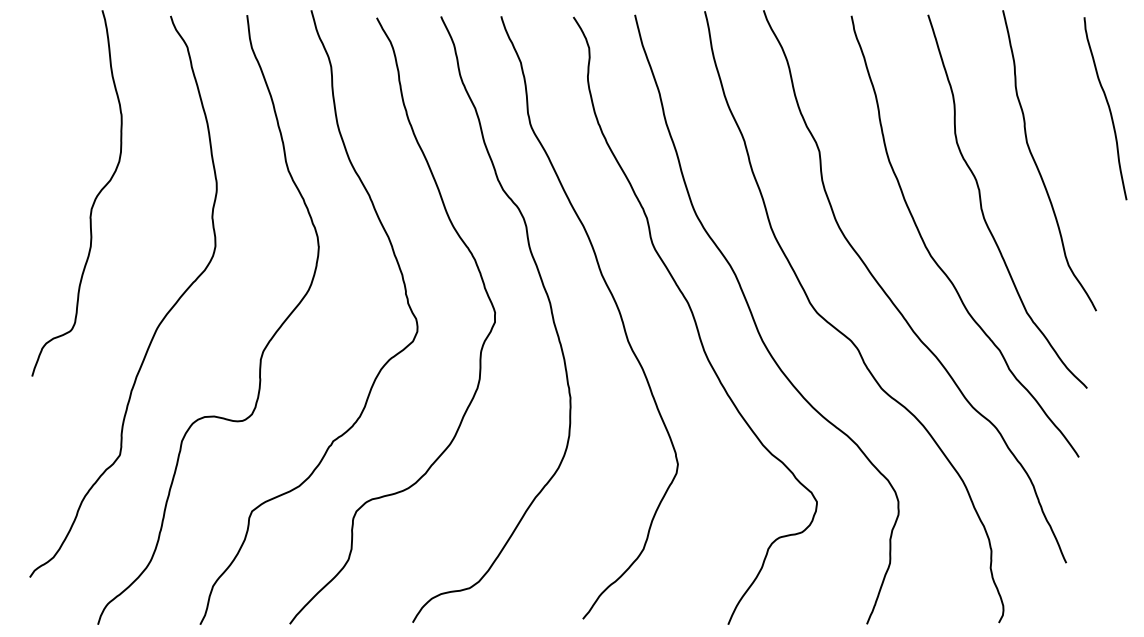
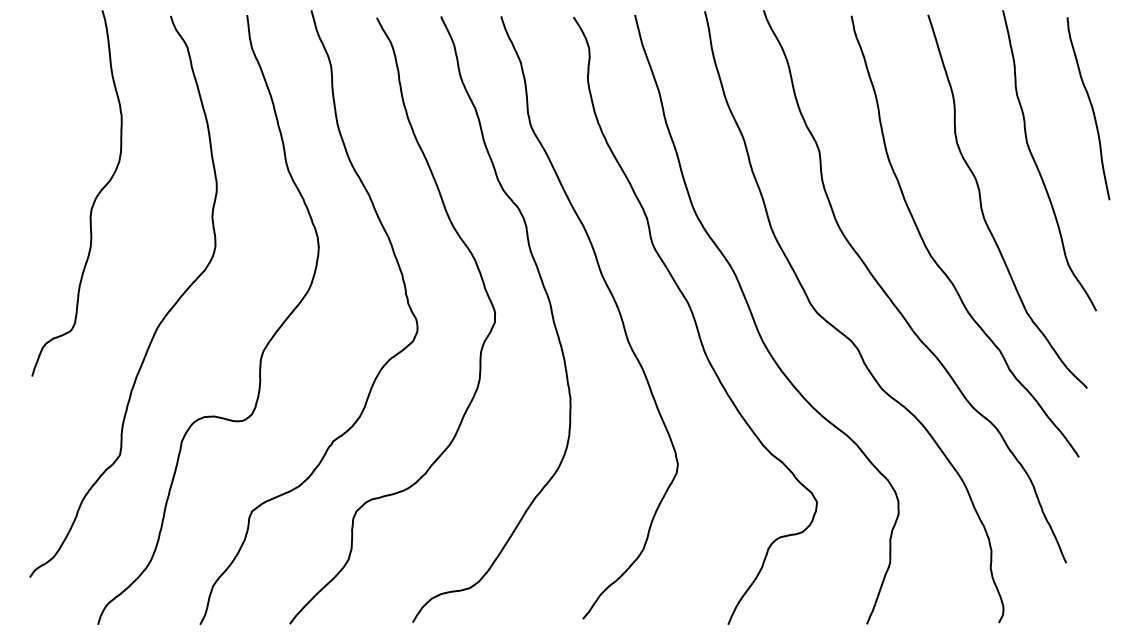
curve at (1108, 108) position: (1108, 108) -> (1091, 108)
